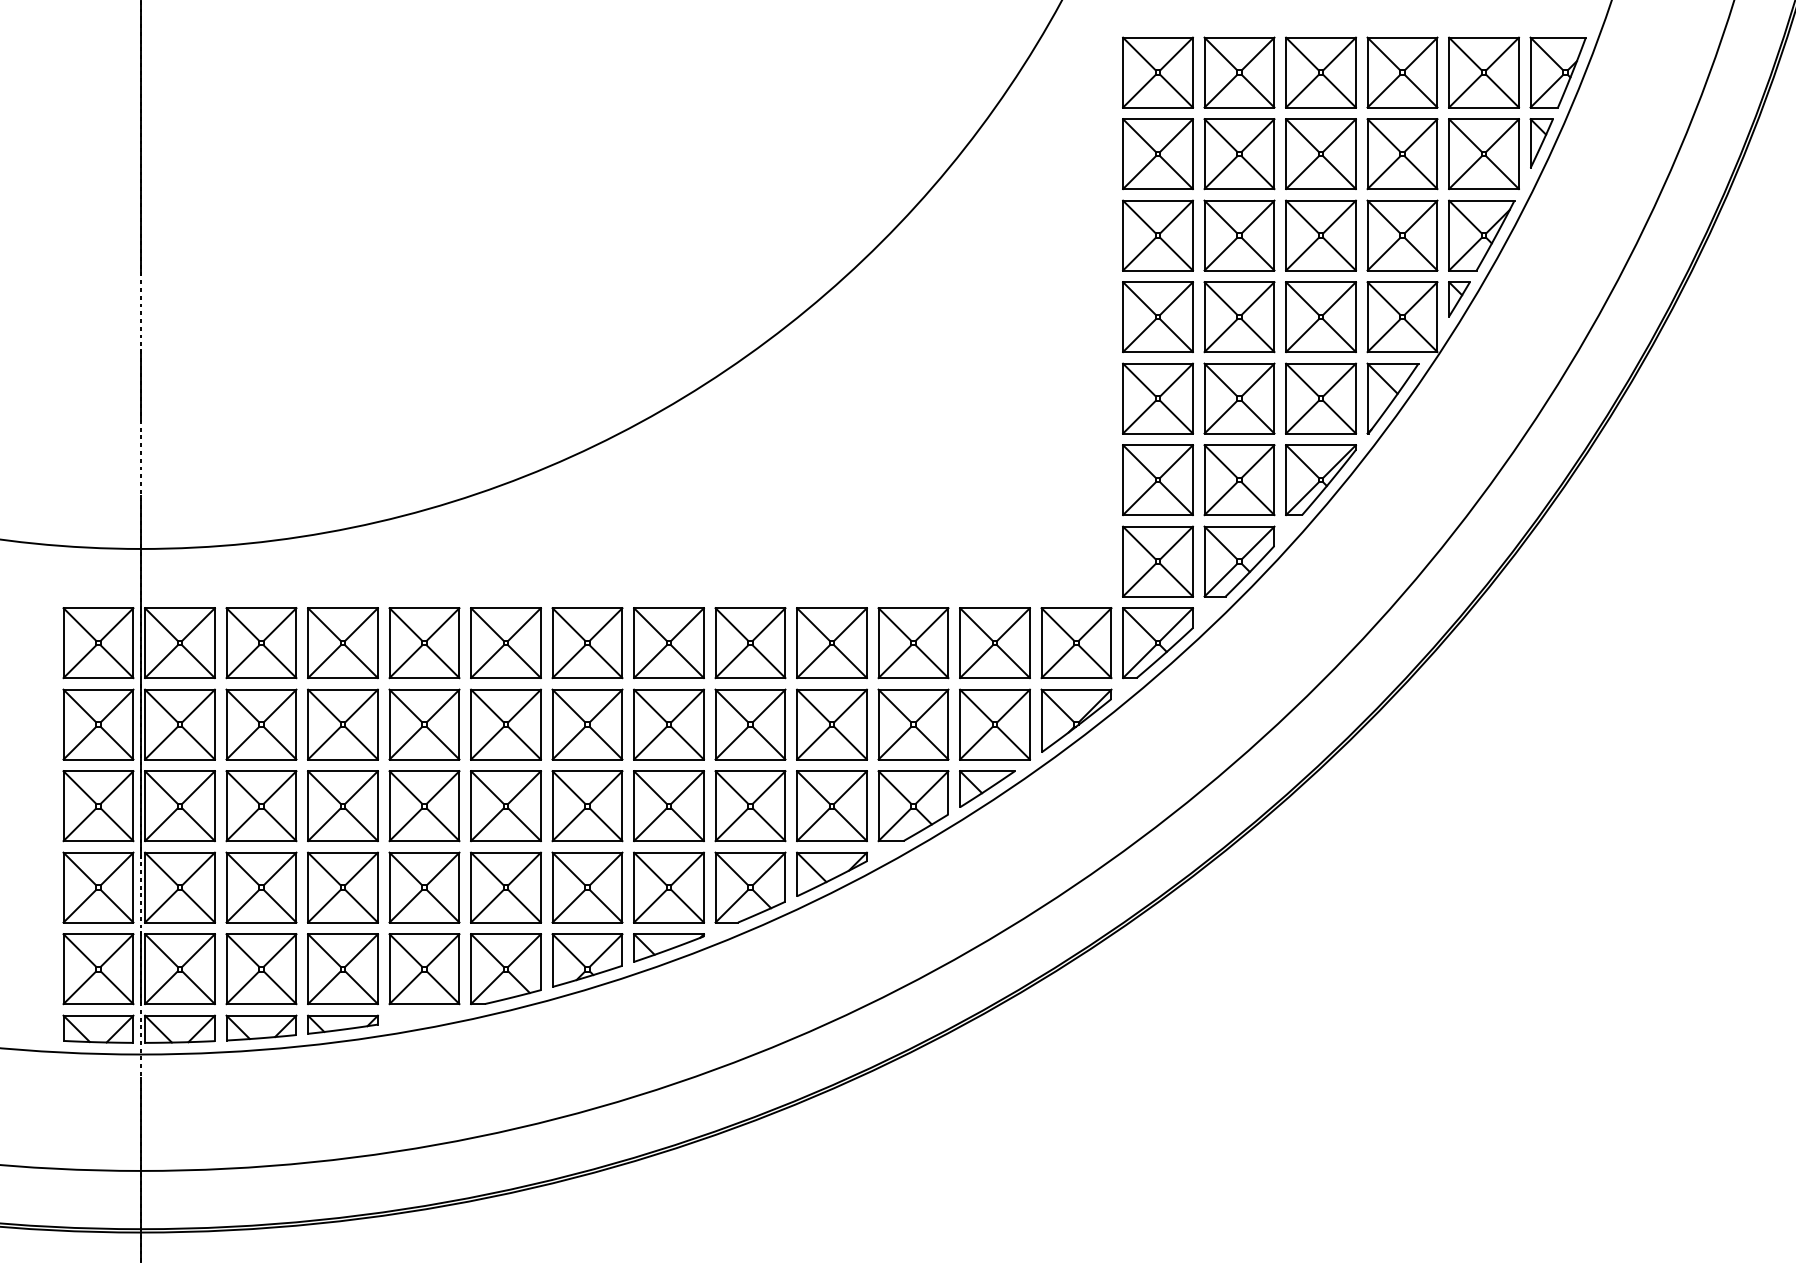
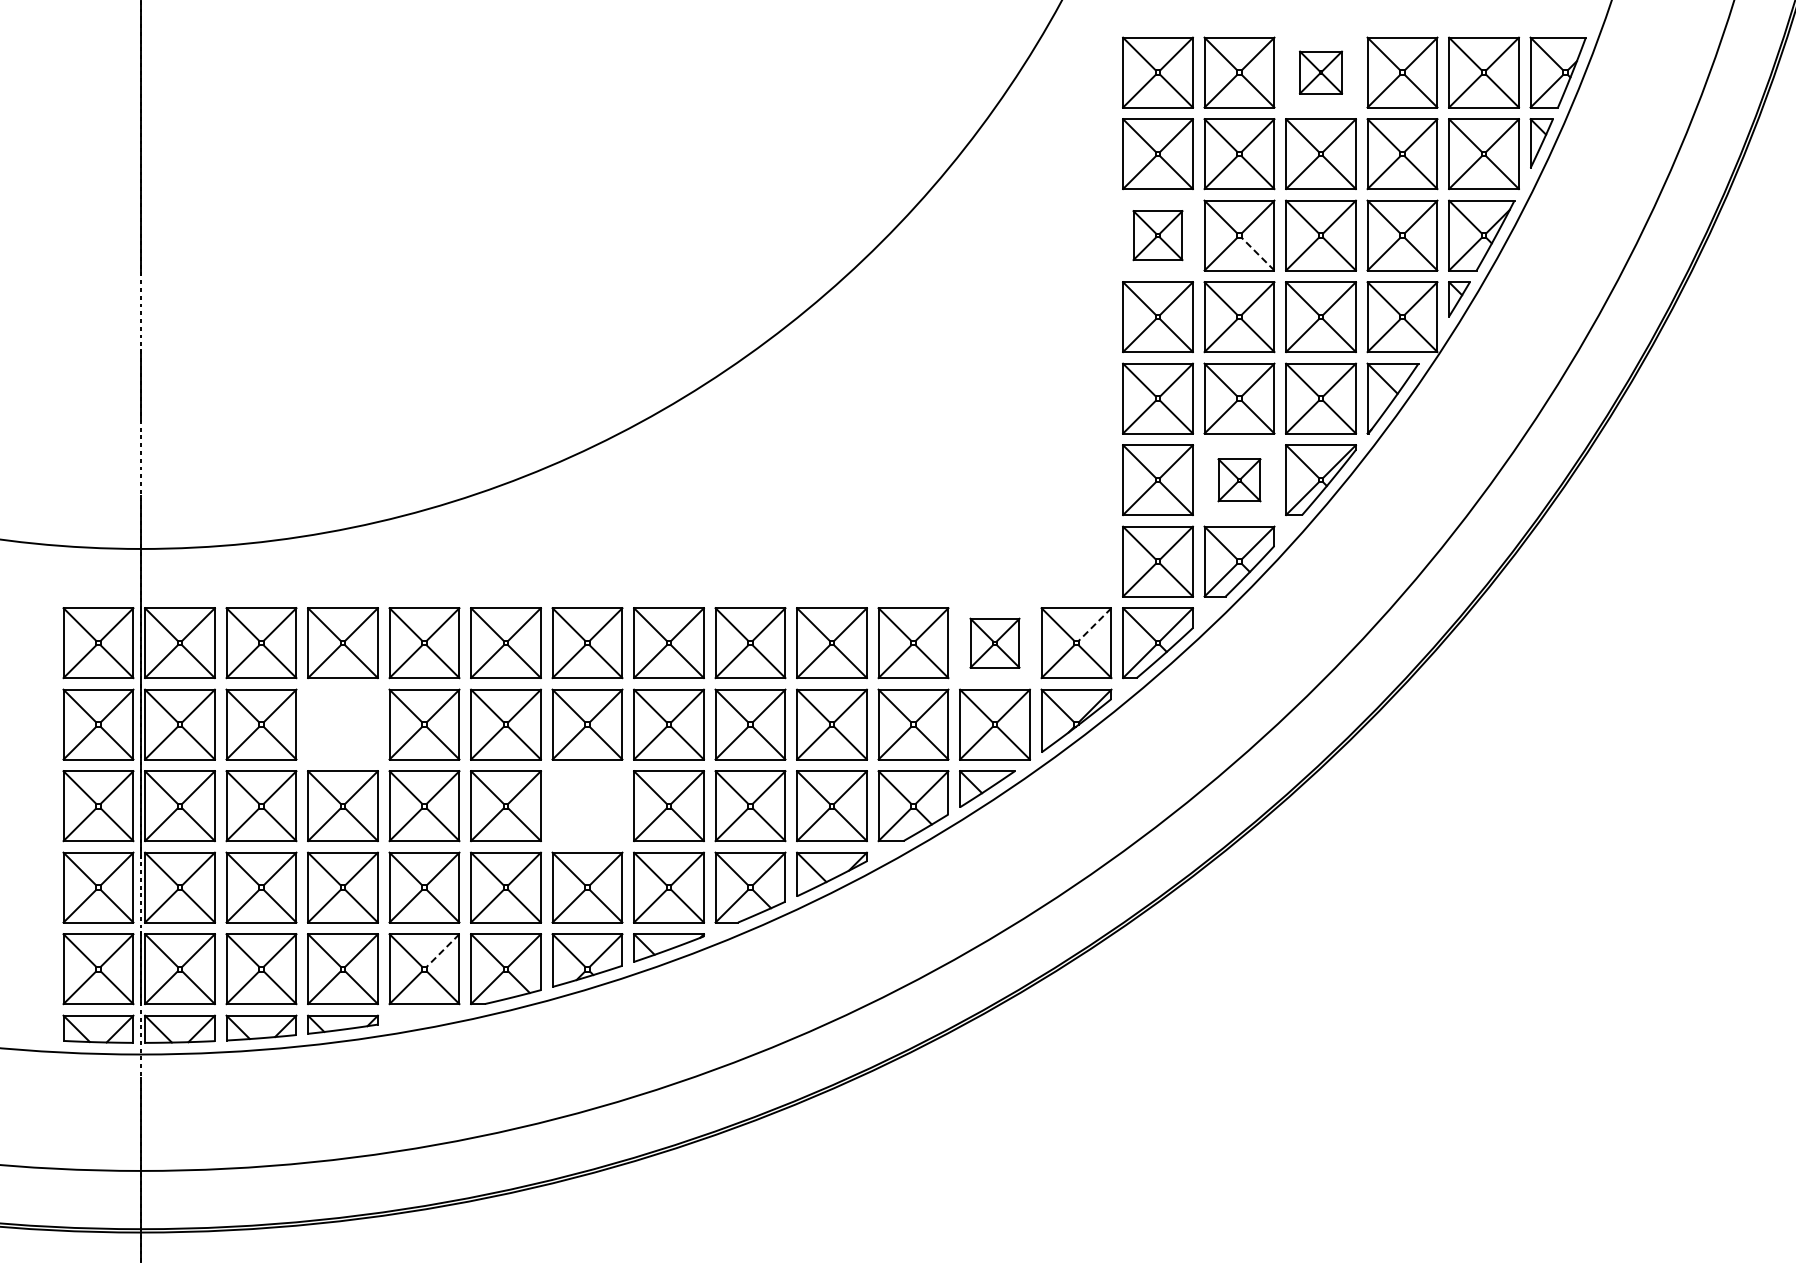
part at (1320, 72) size: 72x73 px -> 44x45 px
part at (1157, 235) size: 72x73 px -> 52x52 px
line at (1257, 253): solid -> dashed
part at (1239, 480) size: 73x73 px -> 45x45 px
line at (1094, 624): solid -> dashed
part at (994, 643) size: 72x73 px -> 52x52 px
part at (342, 724): present -> none
part at (587, 806): present -> none
line at (442, 950): solid -> dashed
